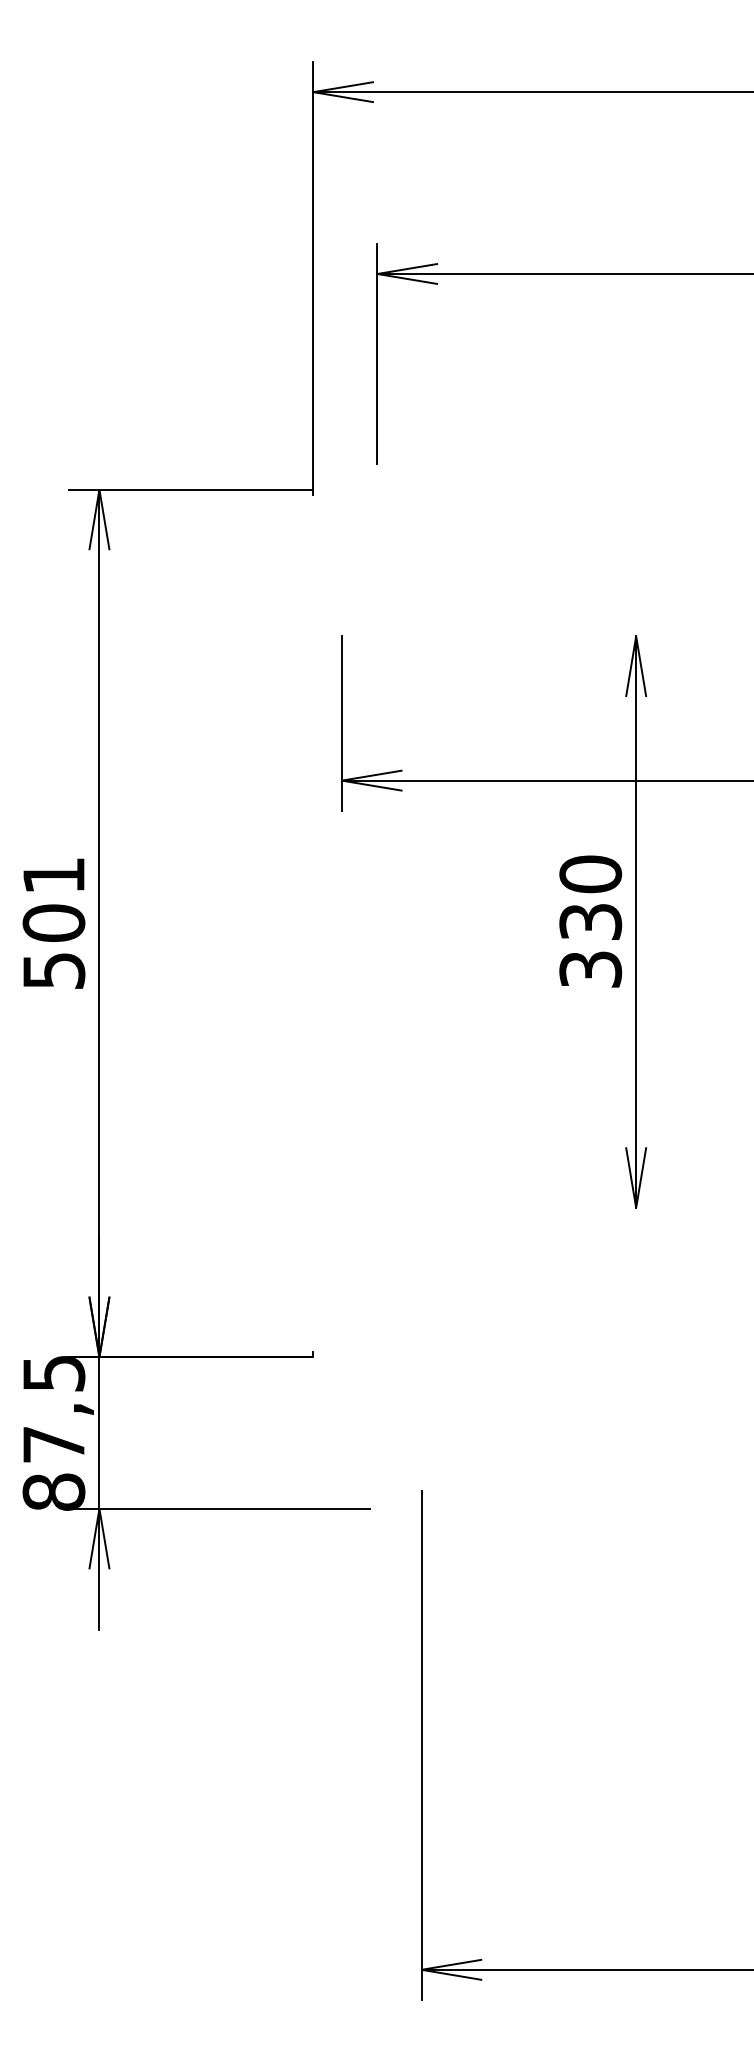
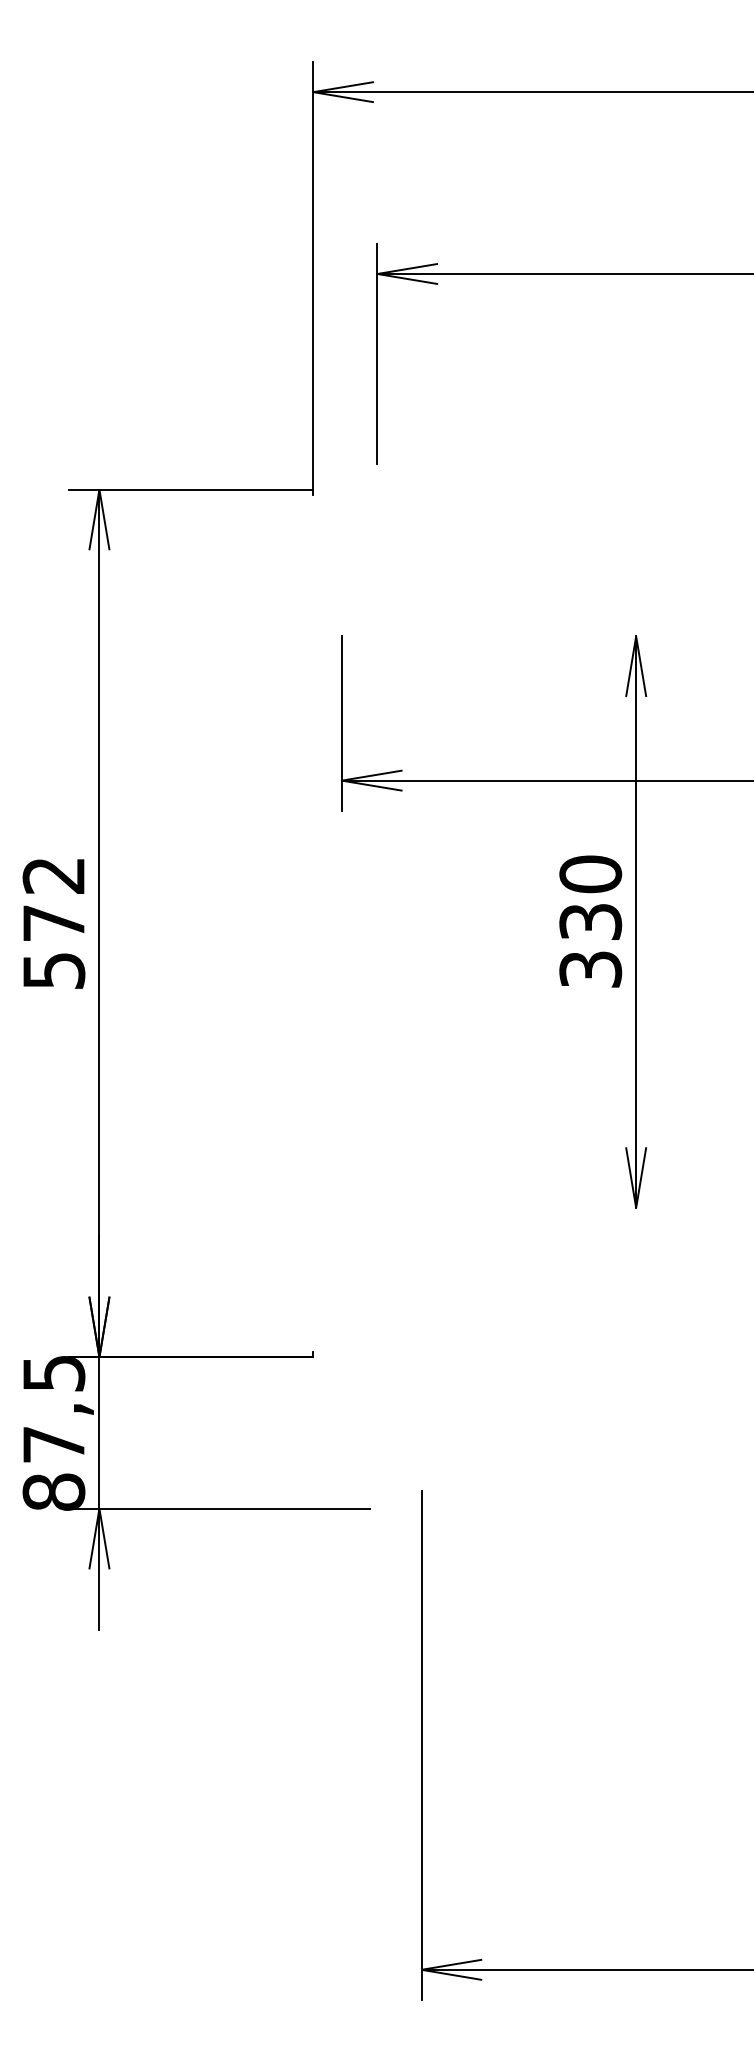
text at (53, 899): 501 -> 572
